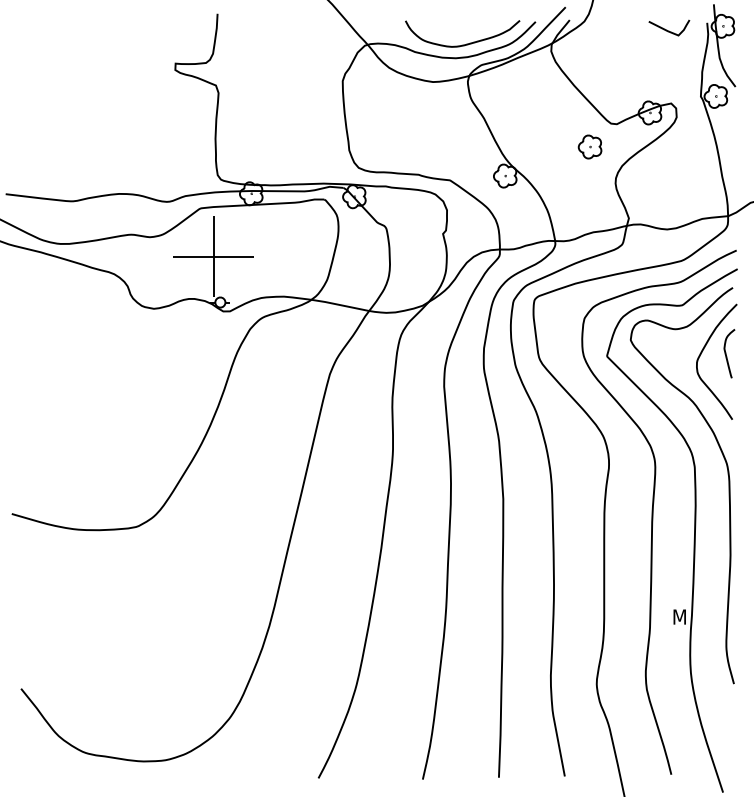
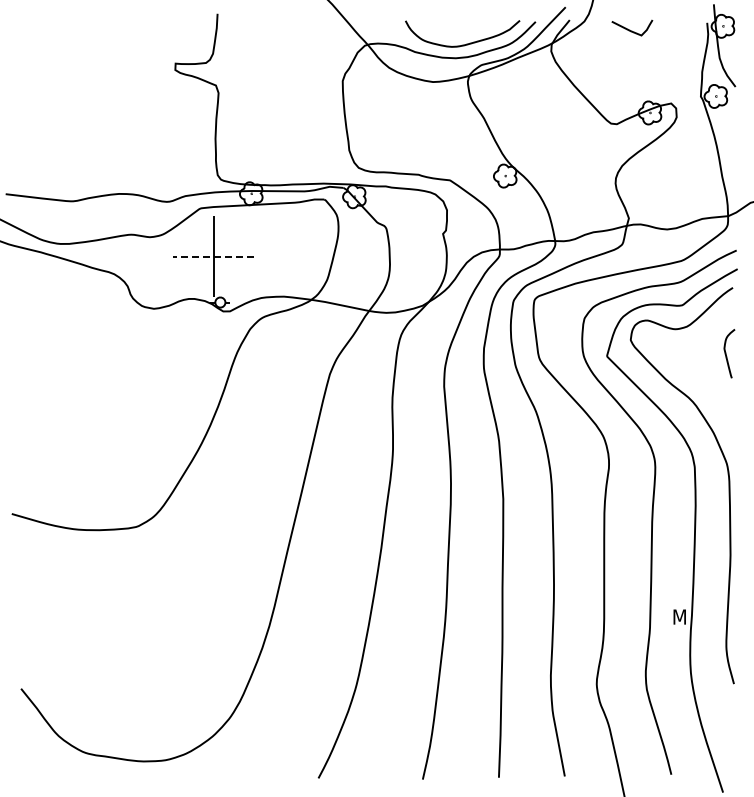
curve at (669, 30) position: (669, 30) -> (632, 30)
part at (589, 146): present -> none
line at (213, 256): solid -> dashed
curve at (701, 354): present -> none
